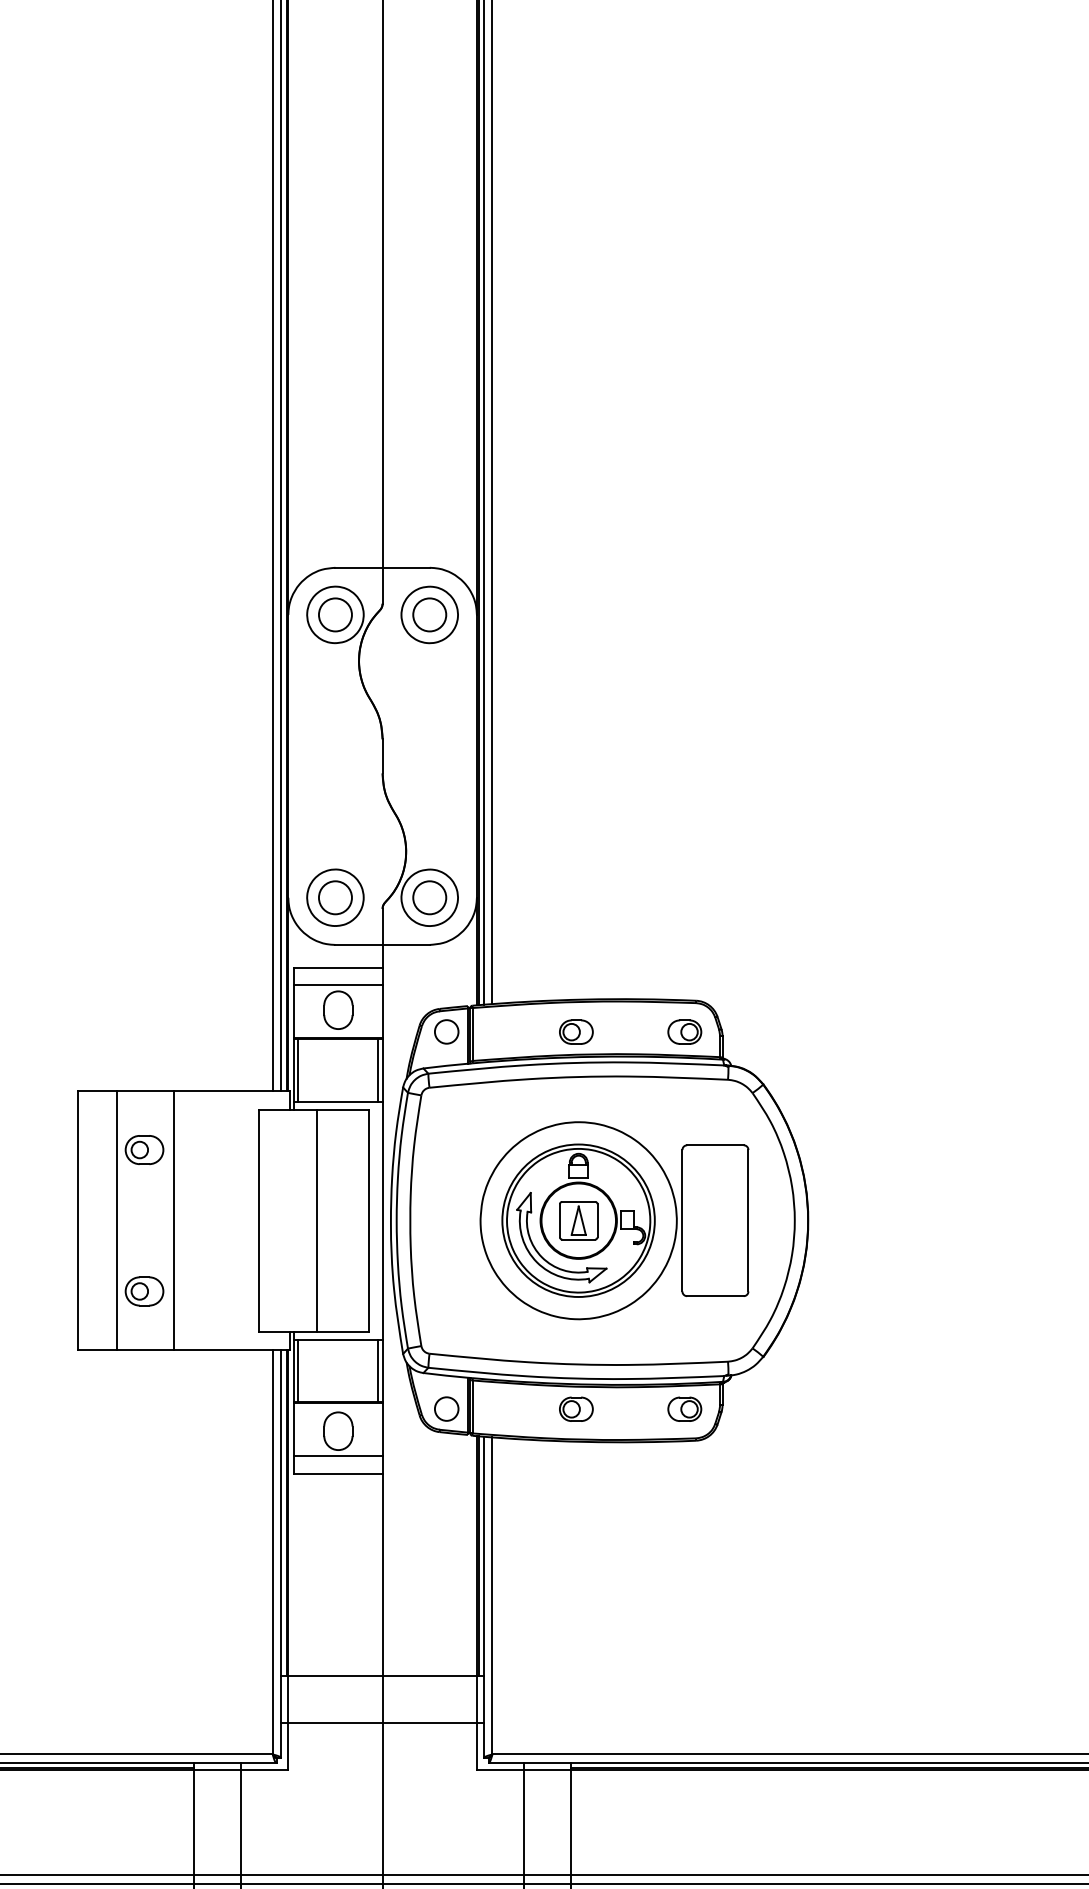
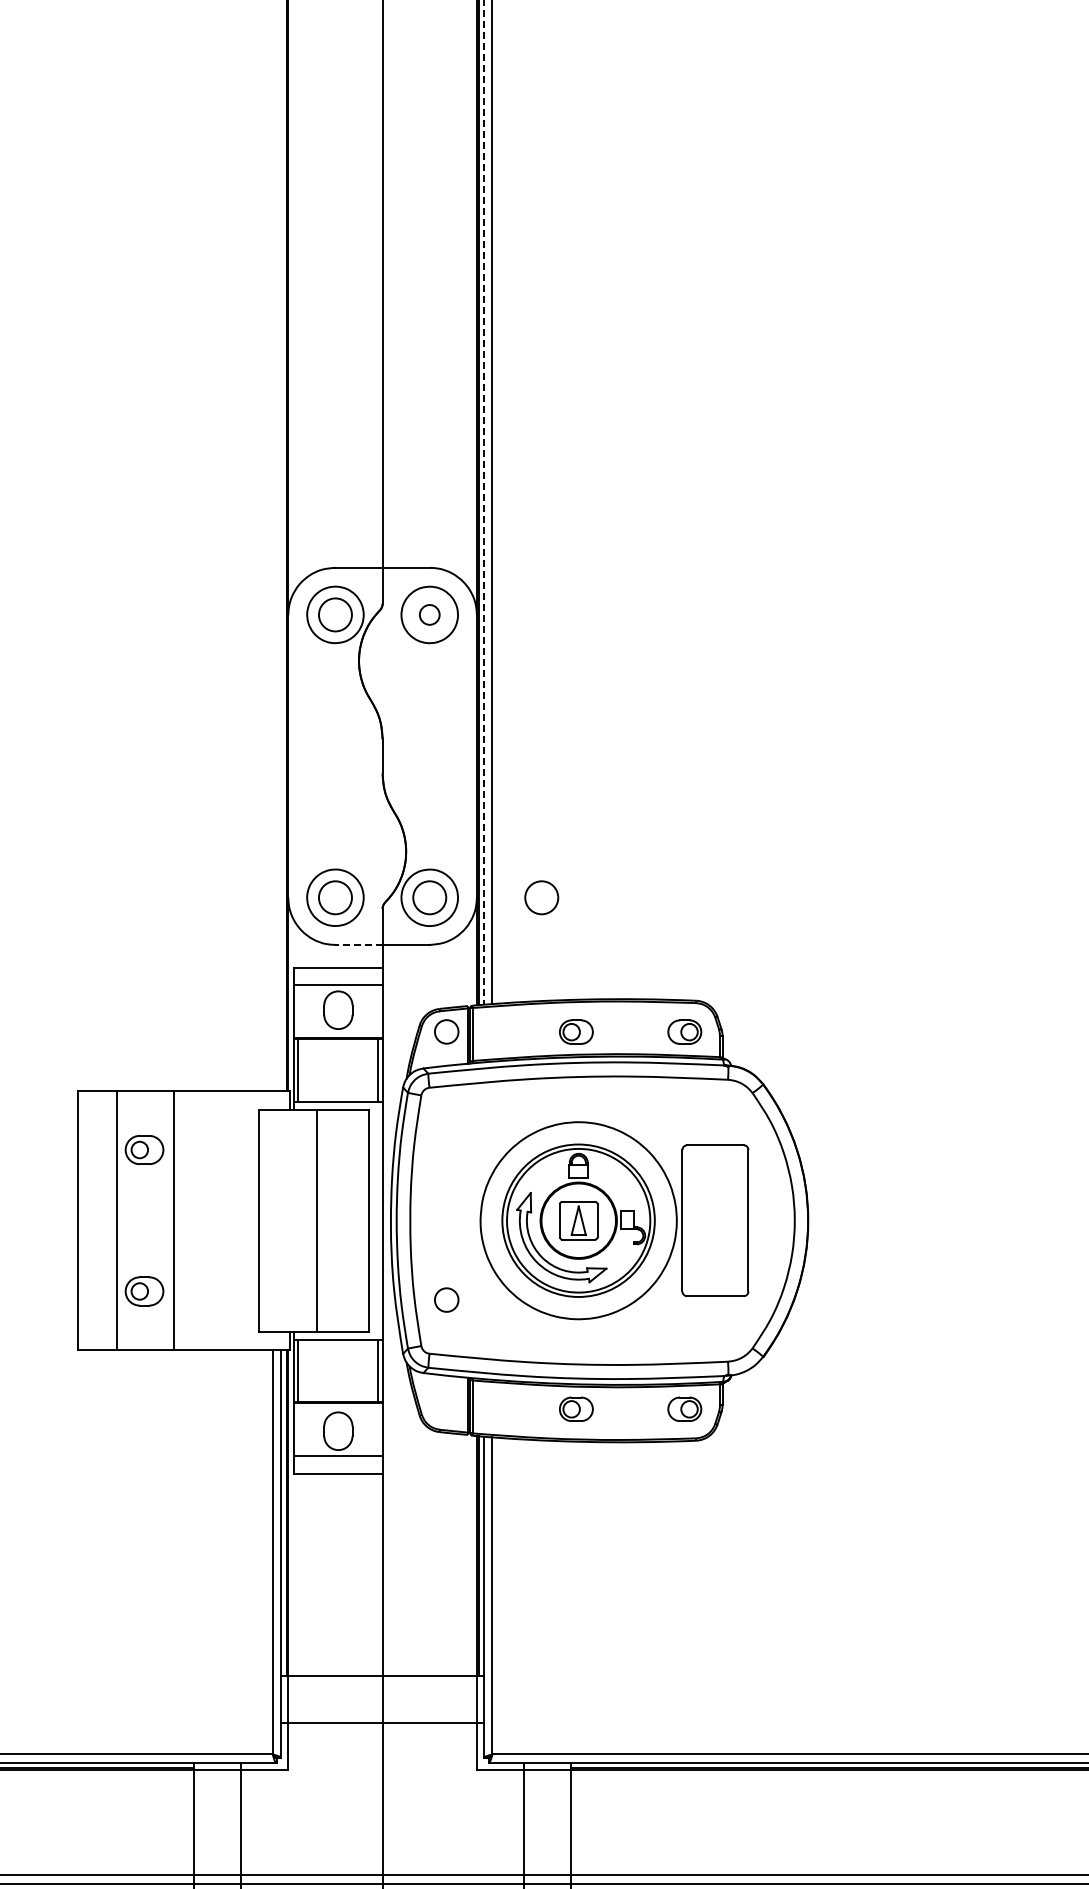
line at (483, 502): solid -> dashed
line at (272, 546): present -> none
line at (281, 546): present -> none
circle at (429, 614) diameter: 33 px -> 20 px
circle at (541, 897): none -> present
line at (359, 944): solid -> dashed
circle at (446, 1408) position: (446, 1408) -> (446, 1299)
